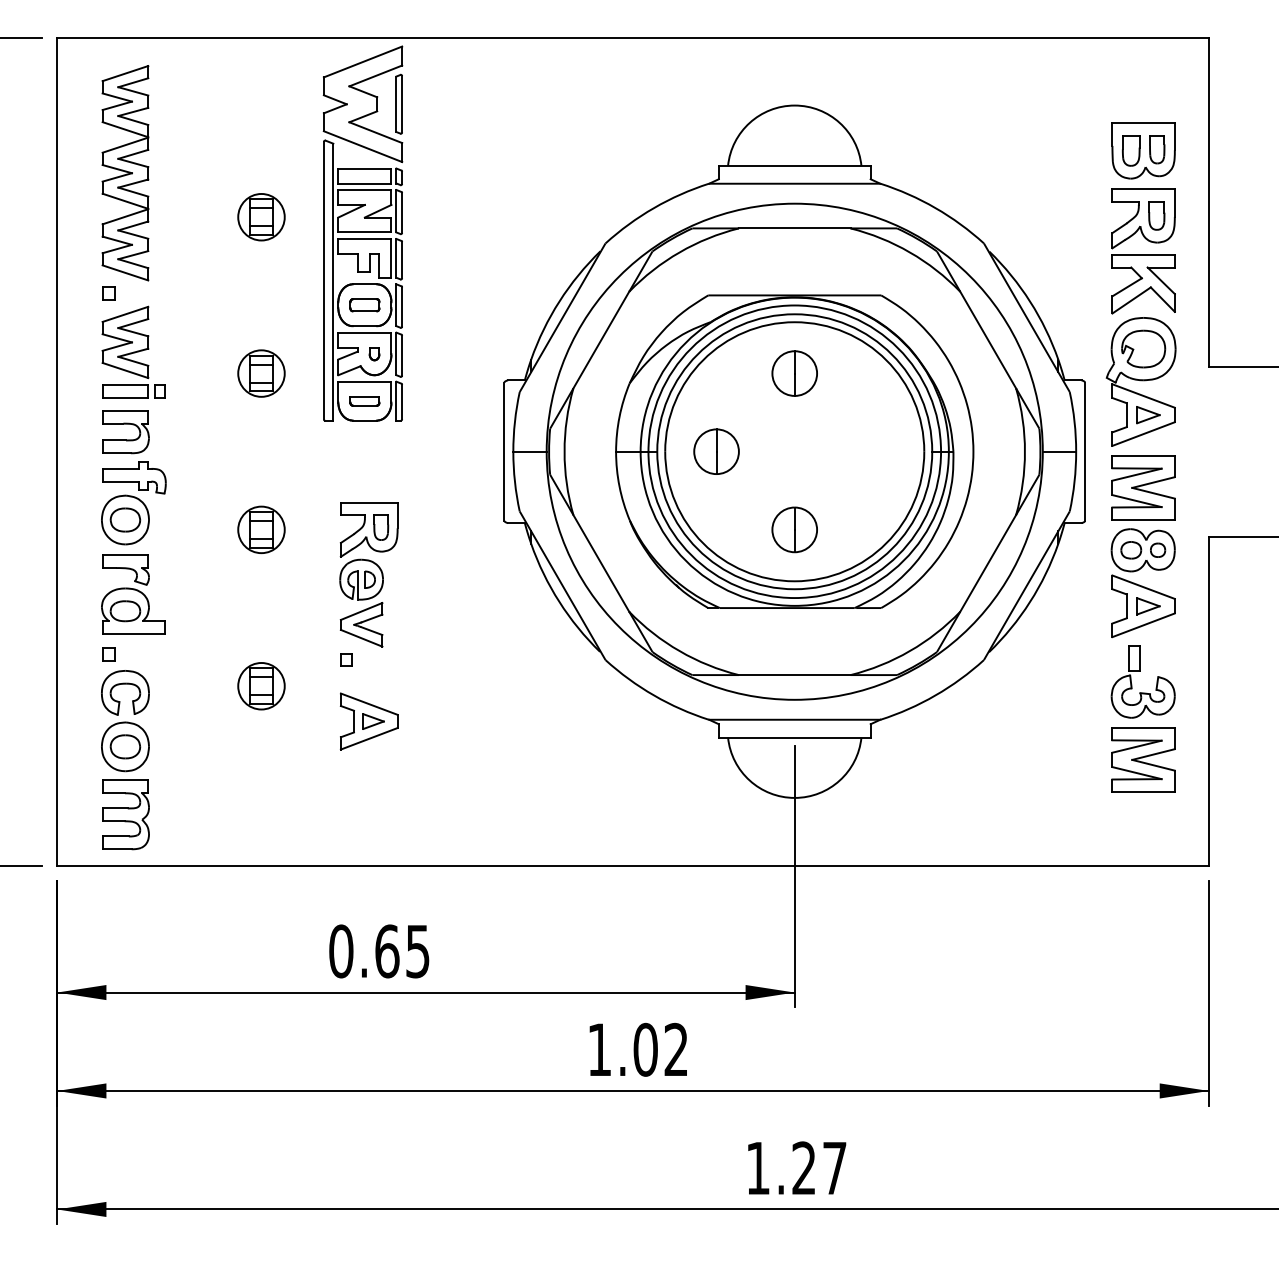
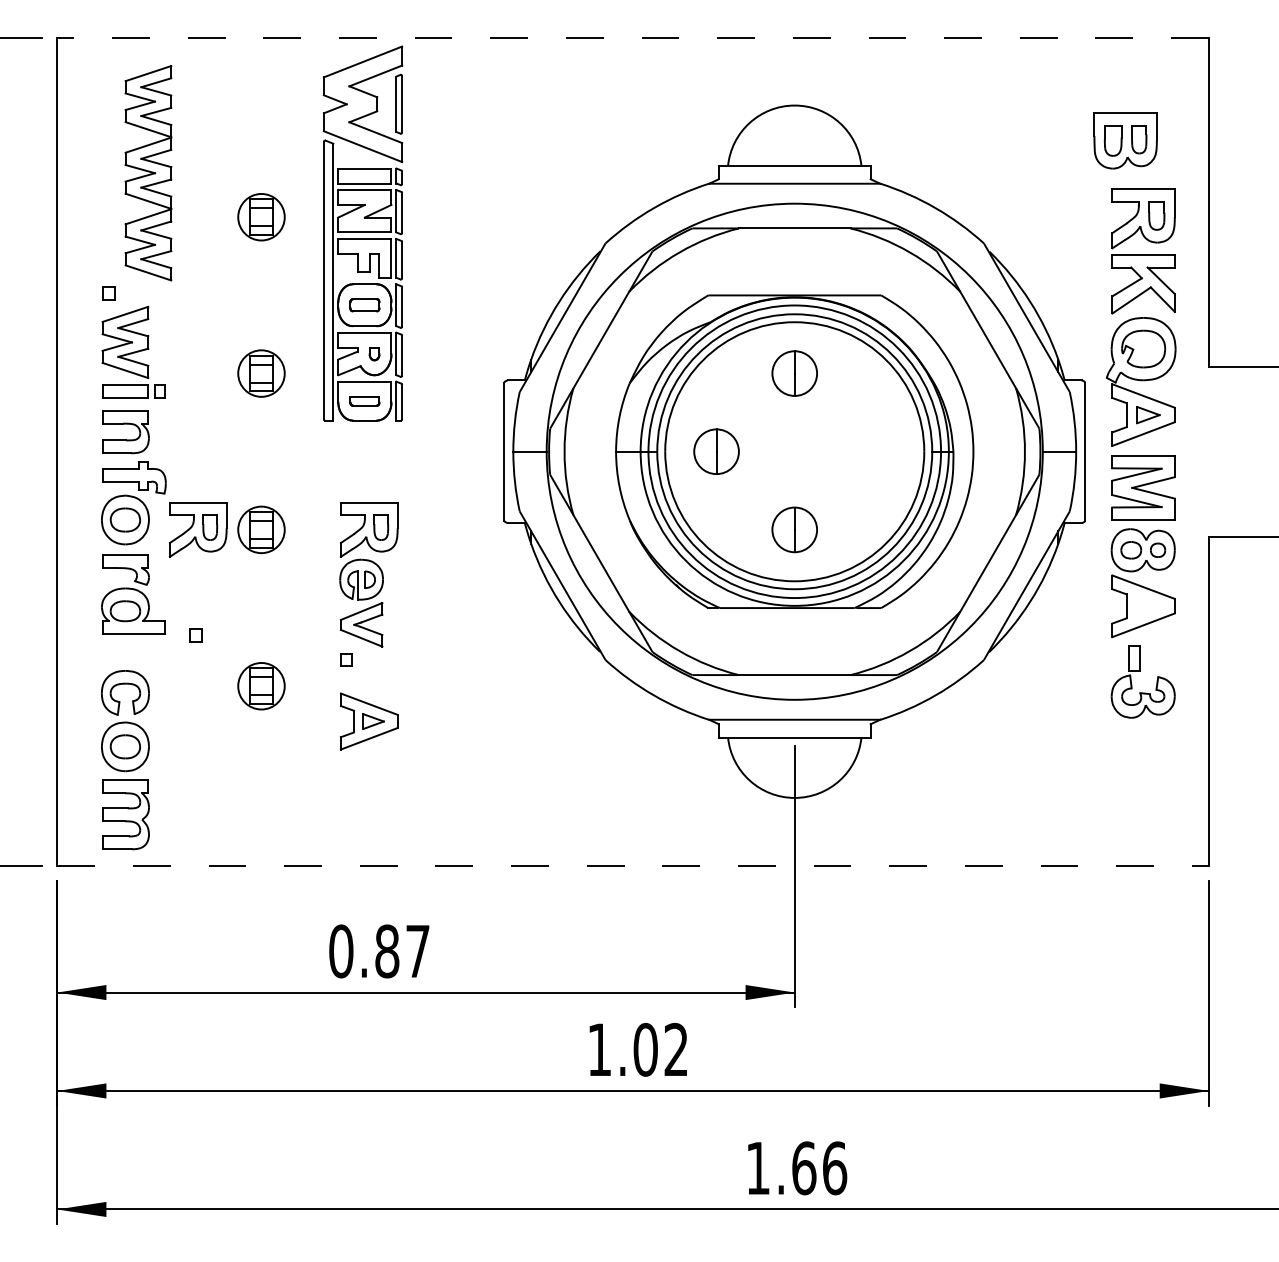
line at (633, 37): solid -> dashed
part at (1143, 150) position: (1143, 150) -> (1125, 140)
part at (125, 173) position: (125, 173) -> (148, 173)
part at (197, 529): none -> present
part at (1148, 606): present -> none
part at (108, 654) position: (108, 654) -> (195, 635)
part at (1143, 759): present -> none
line at (633, 865): solid -> dashed
text at (402, 951): 0.65 -> 0.87
text at (819, 1168): 1.27 -> 1.66
